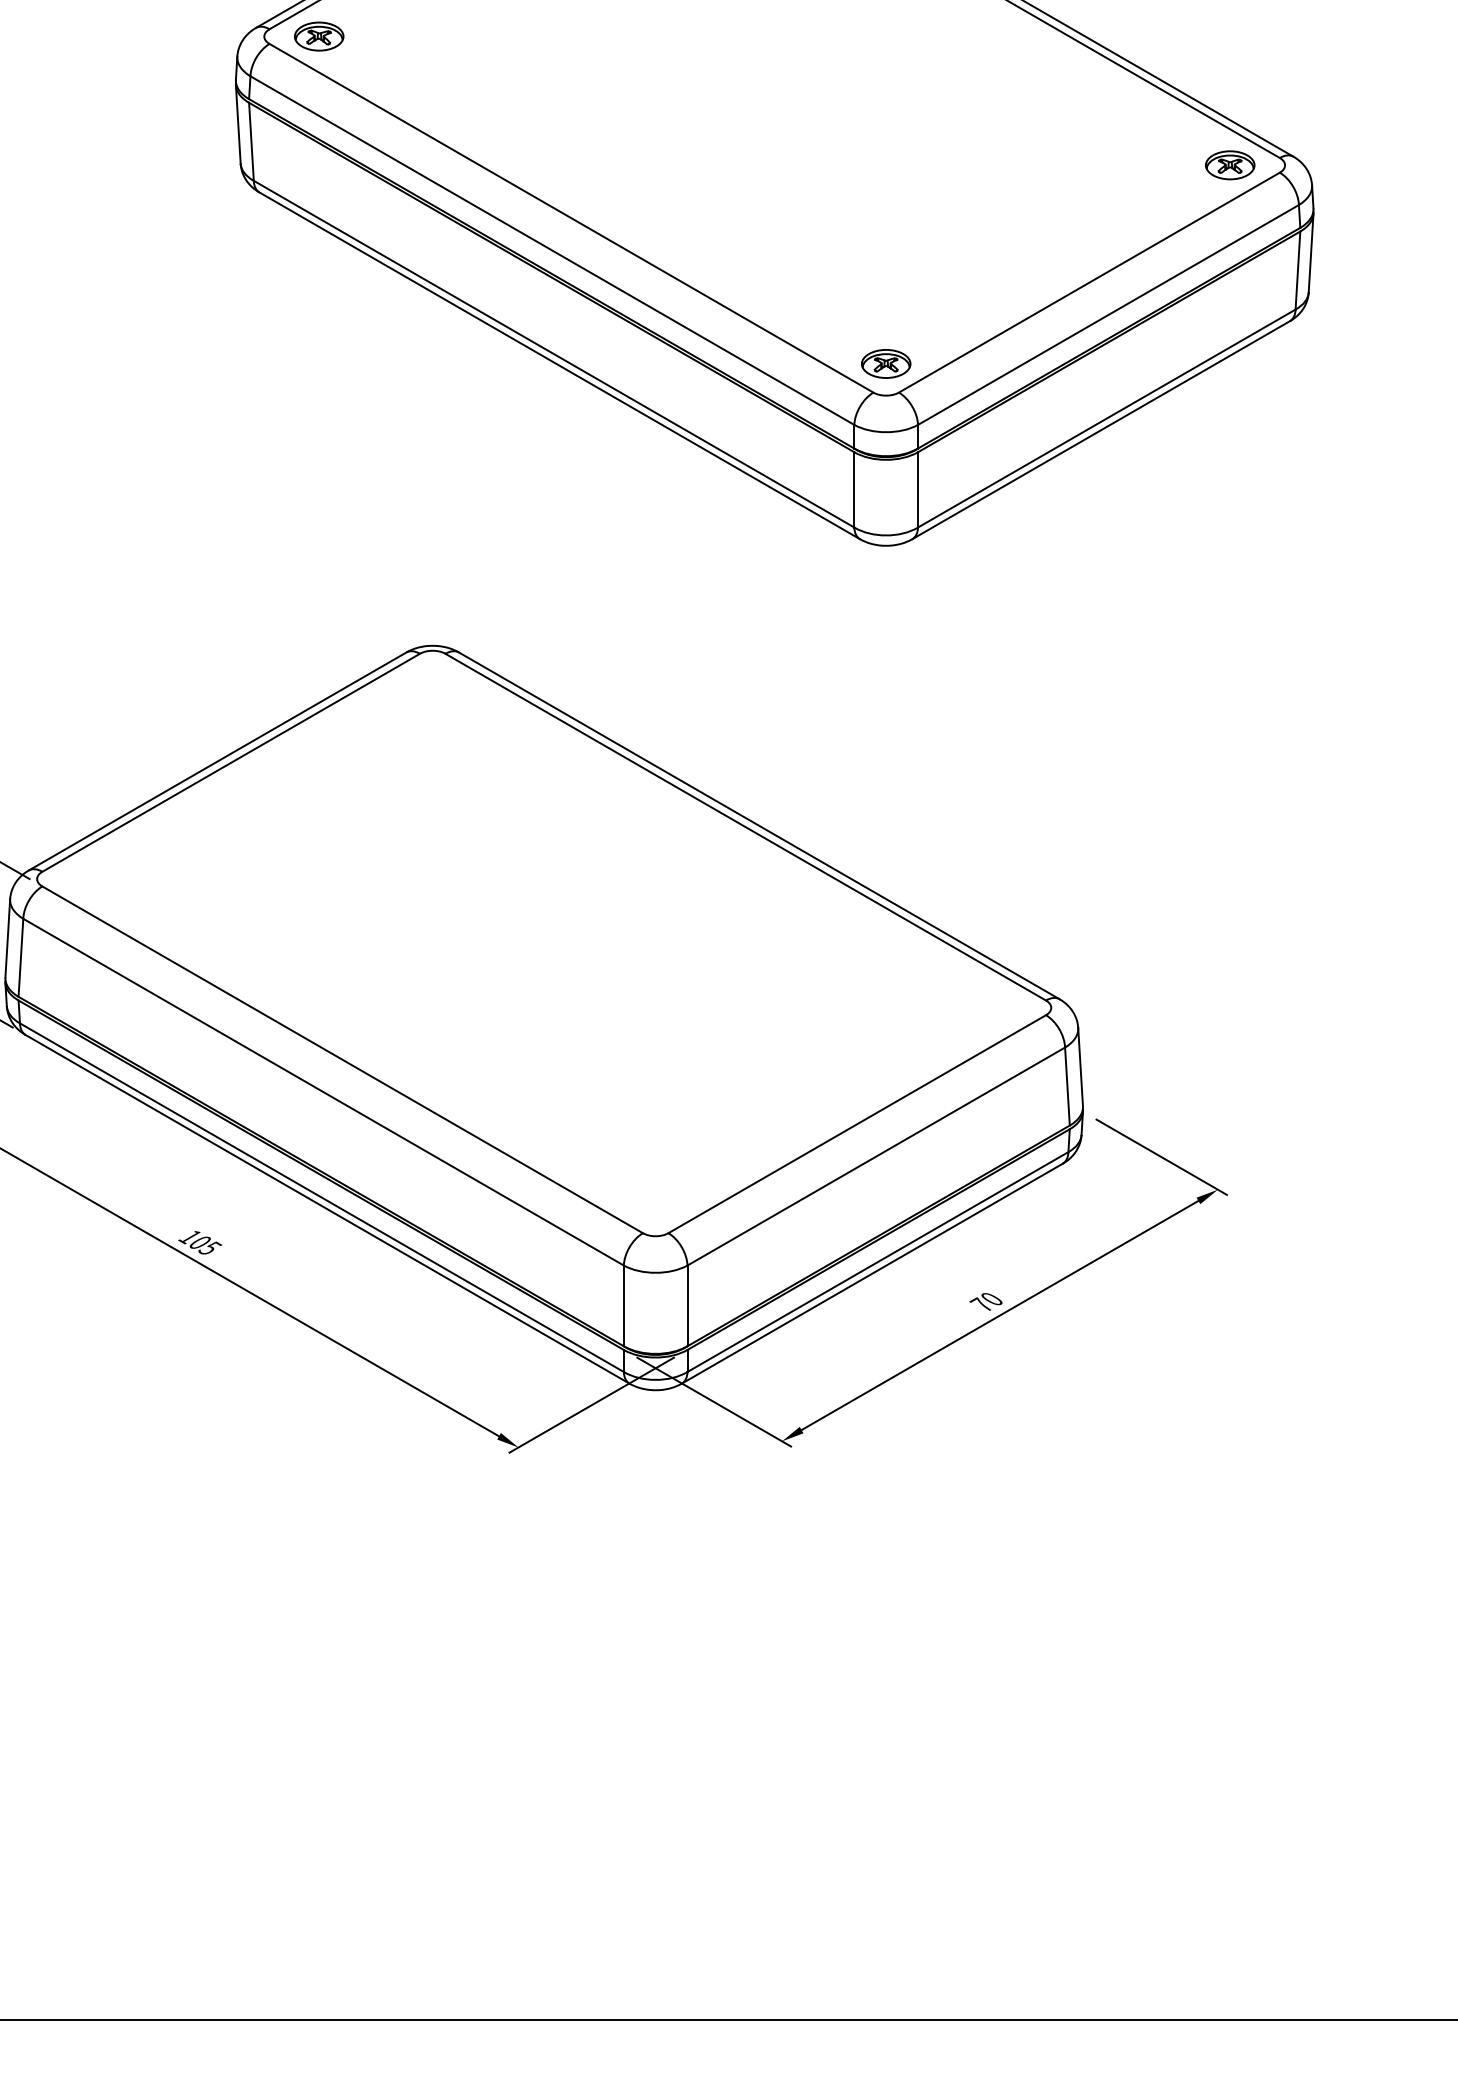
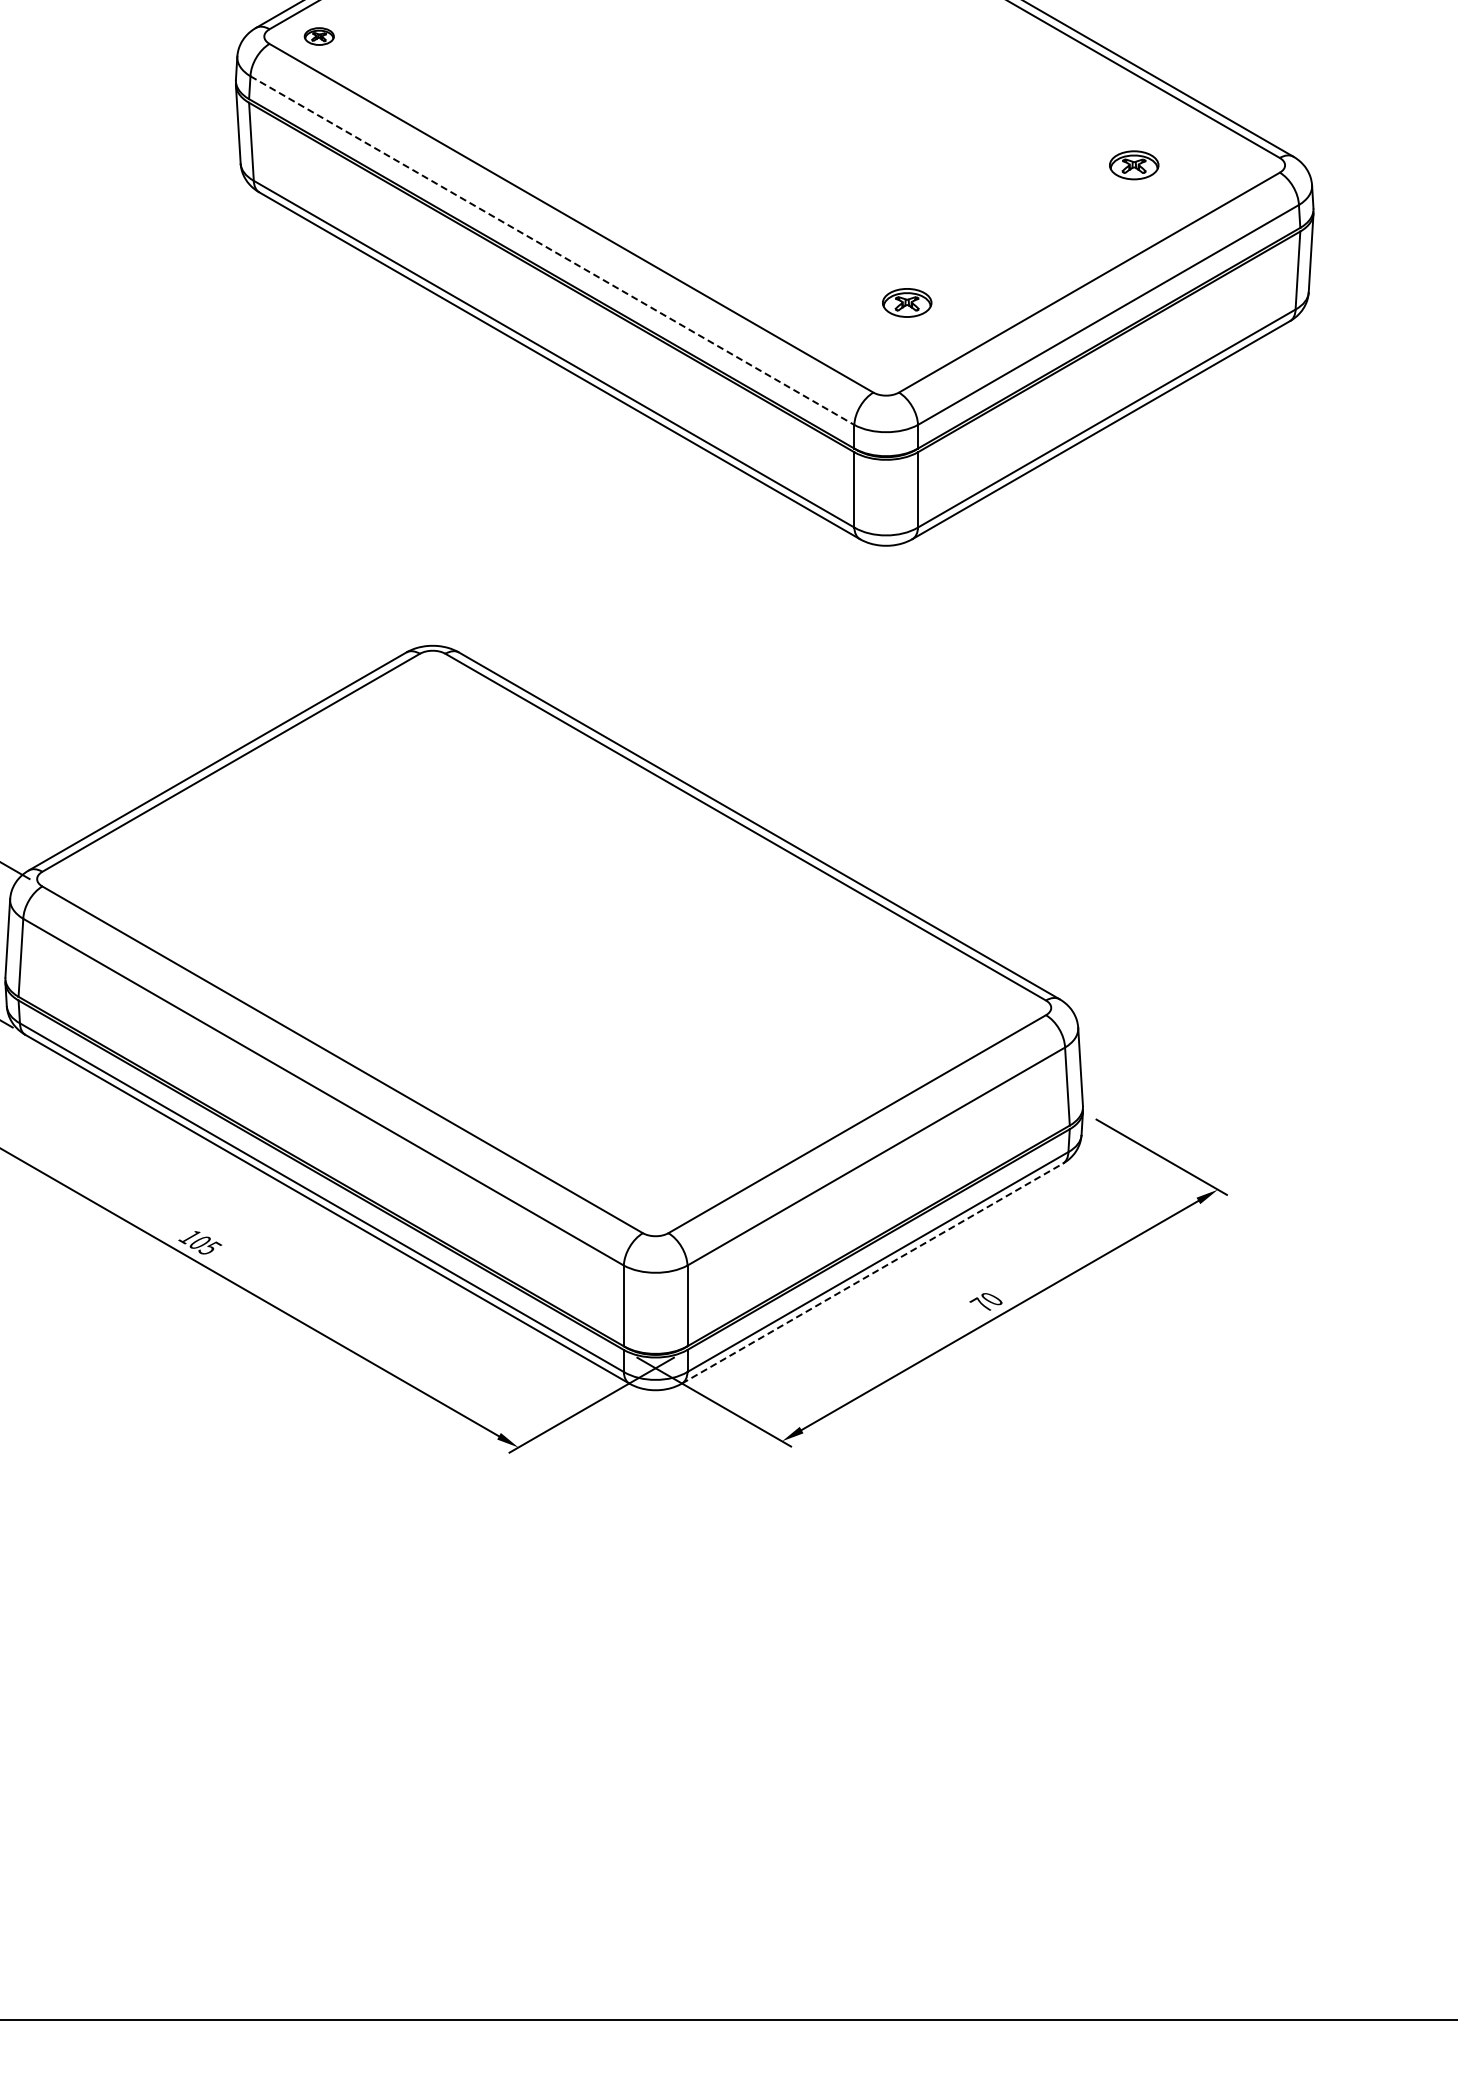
part at (319, 36) size: 51x31 px -> 32x19 px
part at (1230, 165) position: (1230, 165) -> (1134, 165)
line at (552, 250): solid -> dashed
part at (886, 363) position: (886, 363) -> (907, 302)
line at (872, 1273): solid -> dashed
